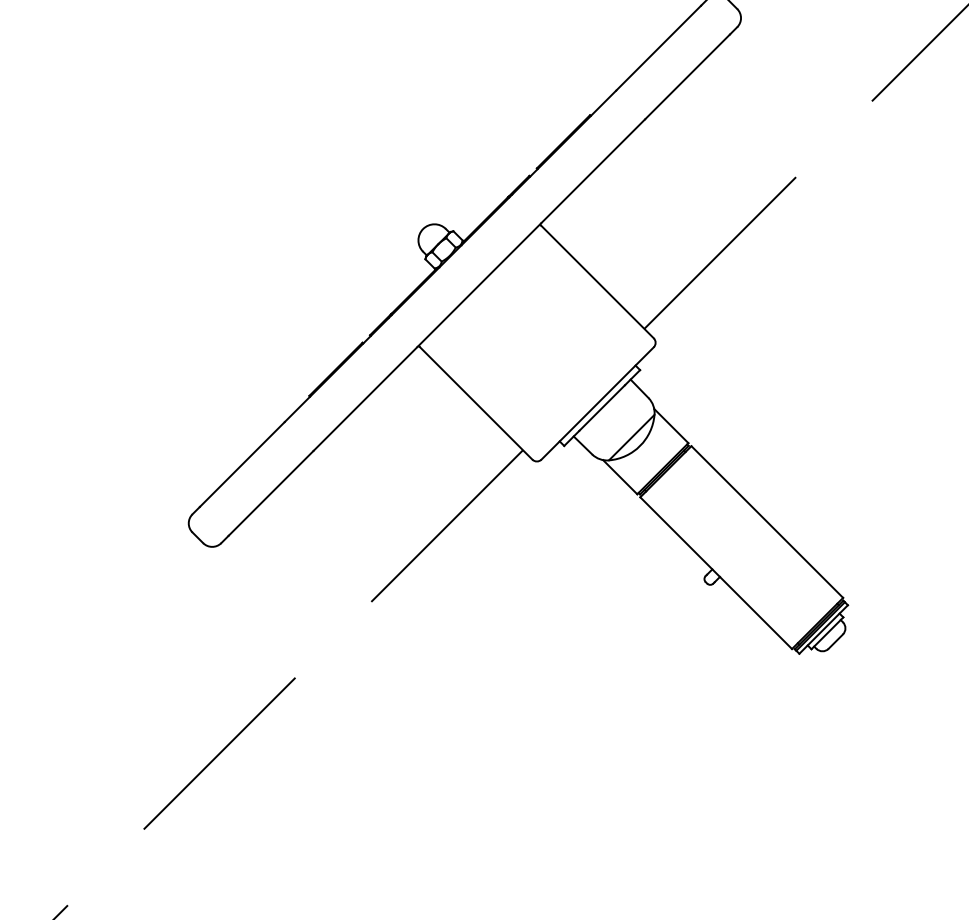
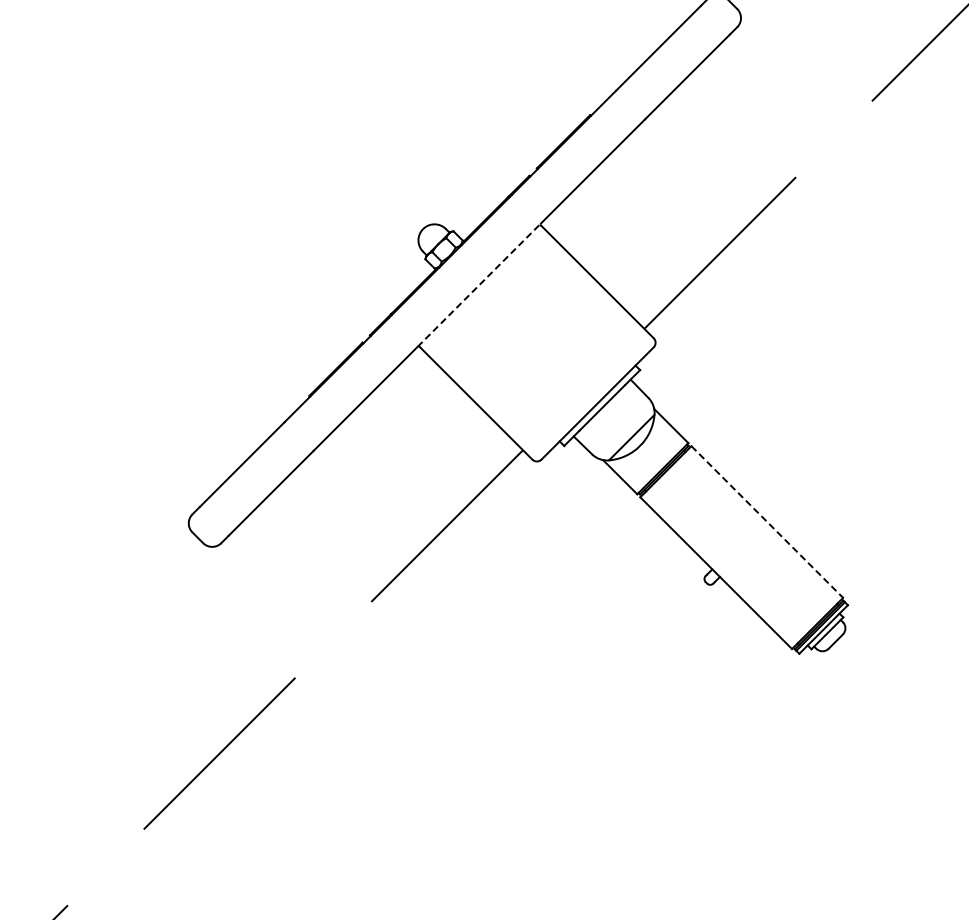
line at (479, 284): solid -> dashed
line at (767, 522): solid -> dashed
